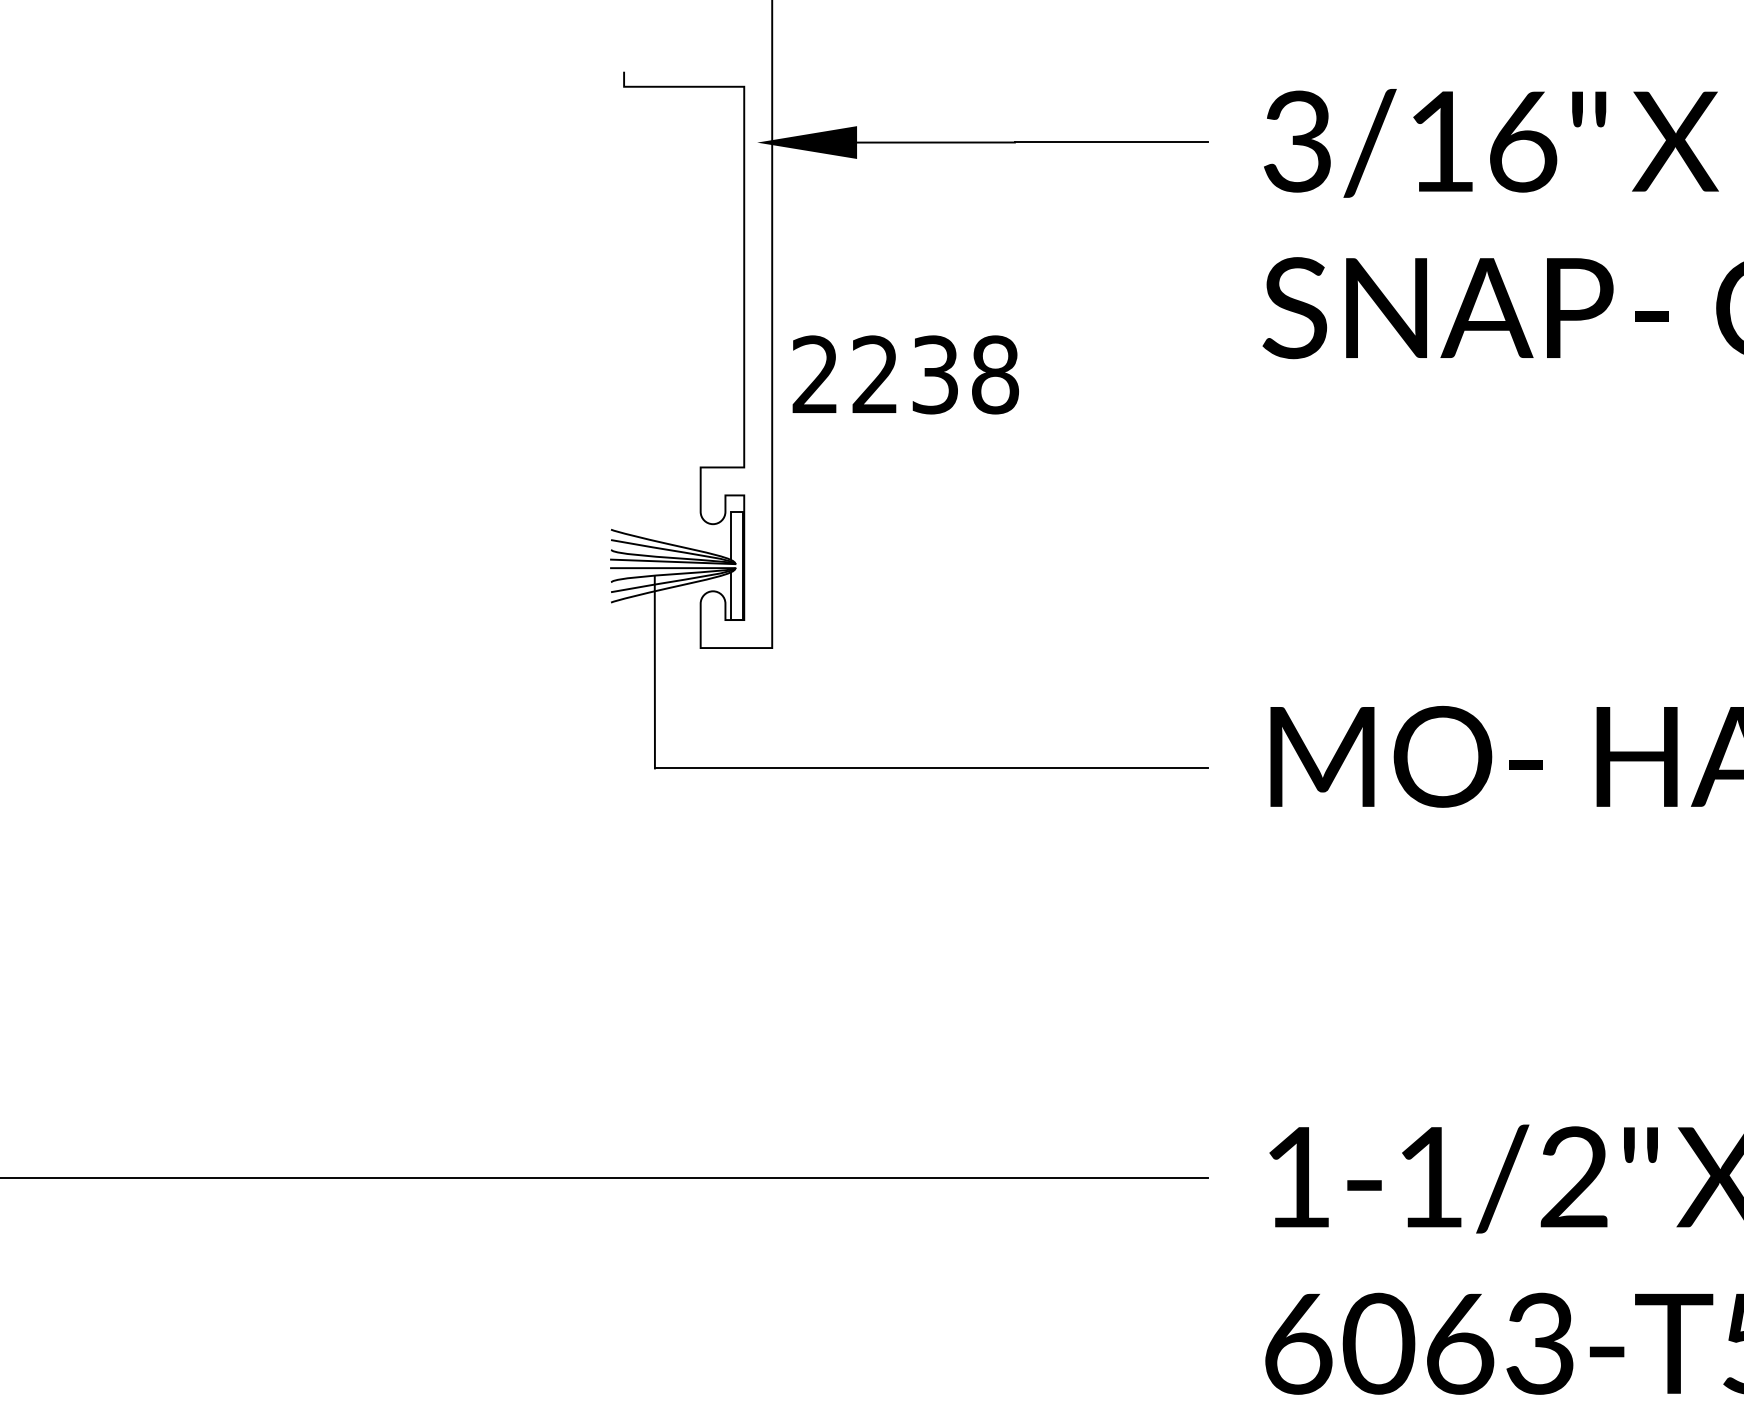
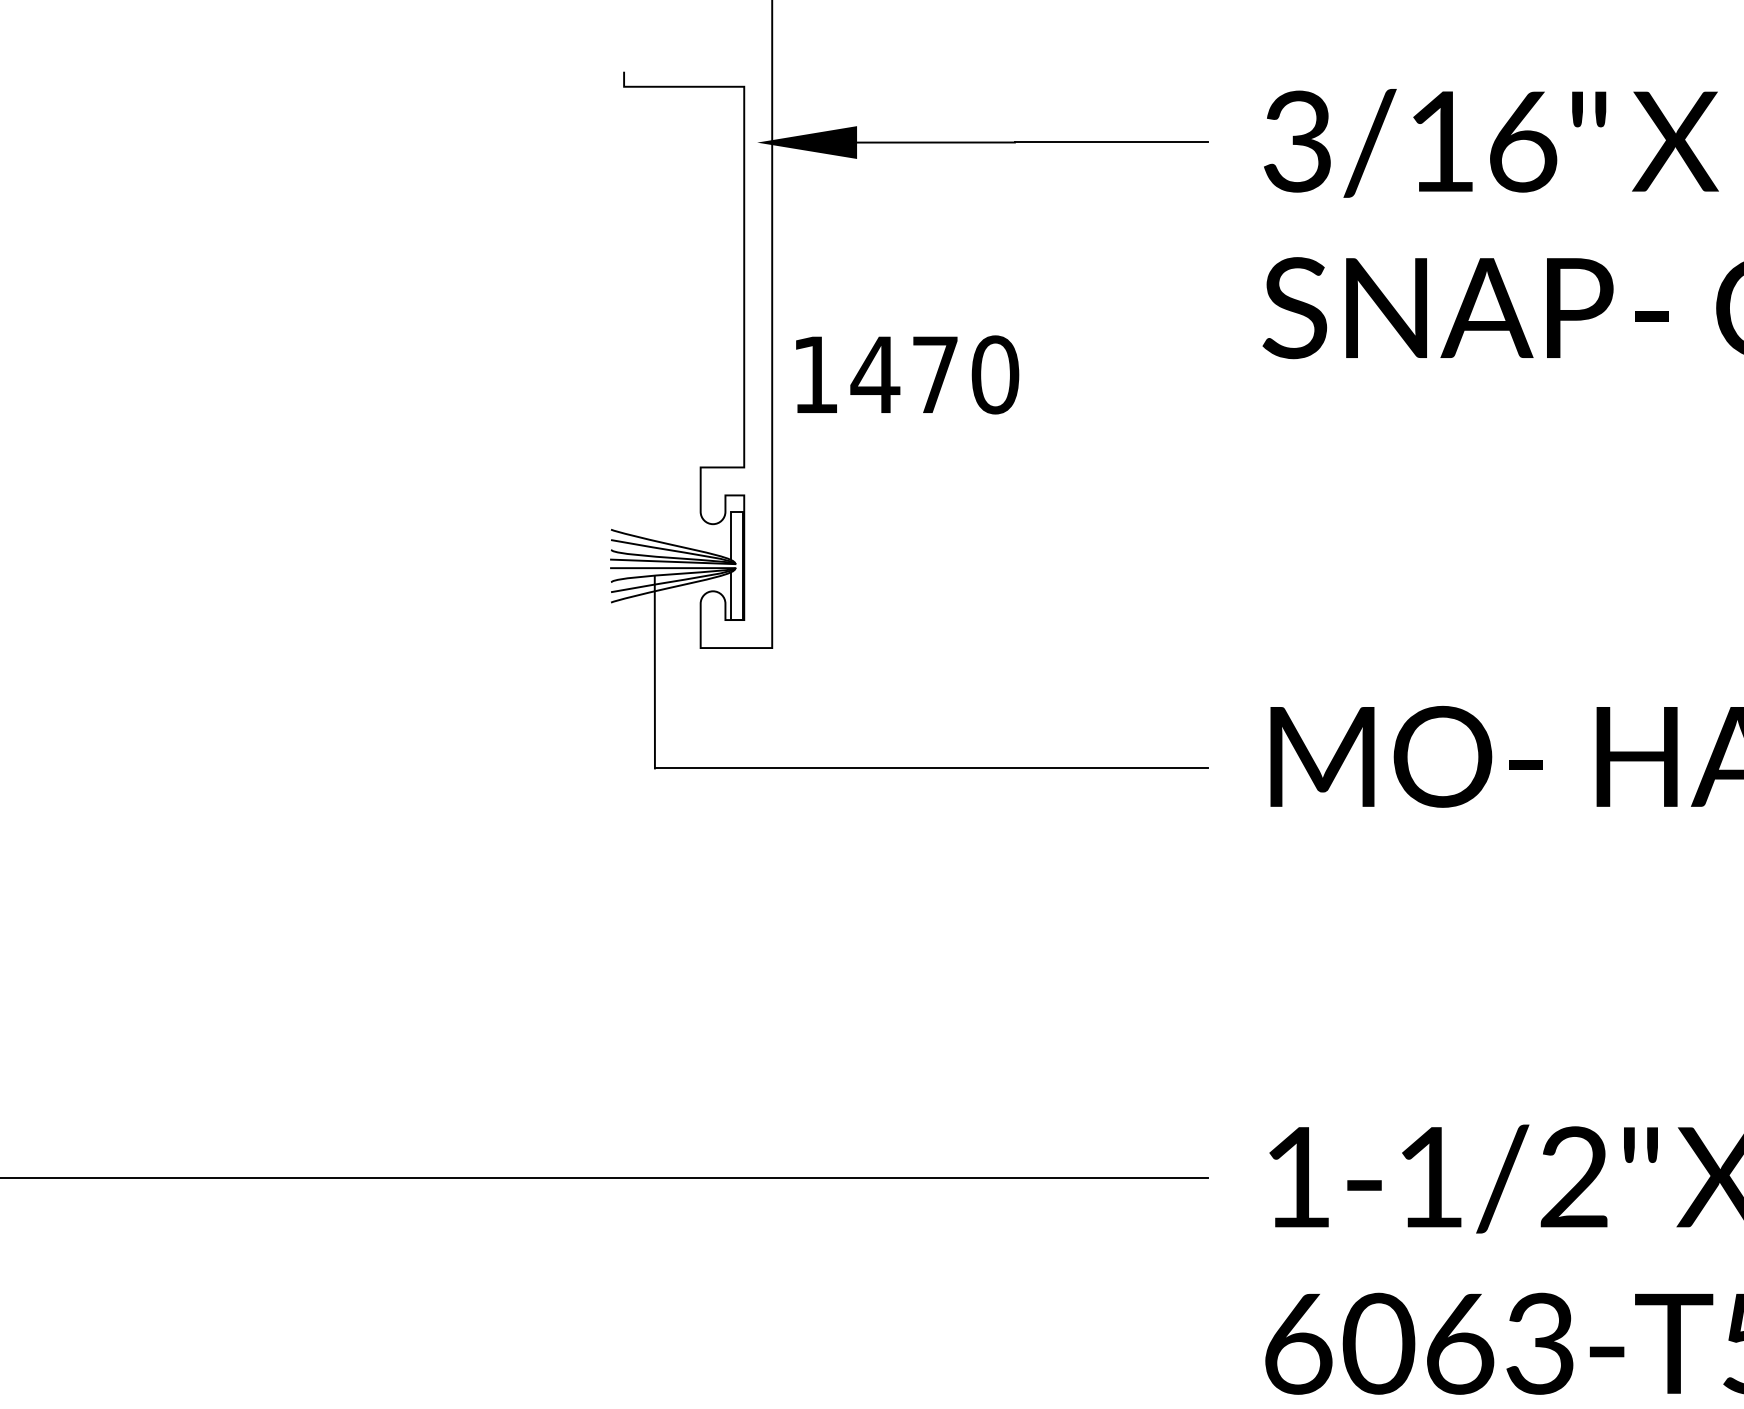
text at (905, 374): 2238 -> 1470
